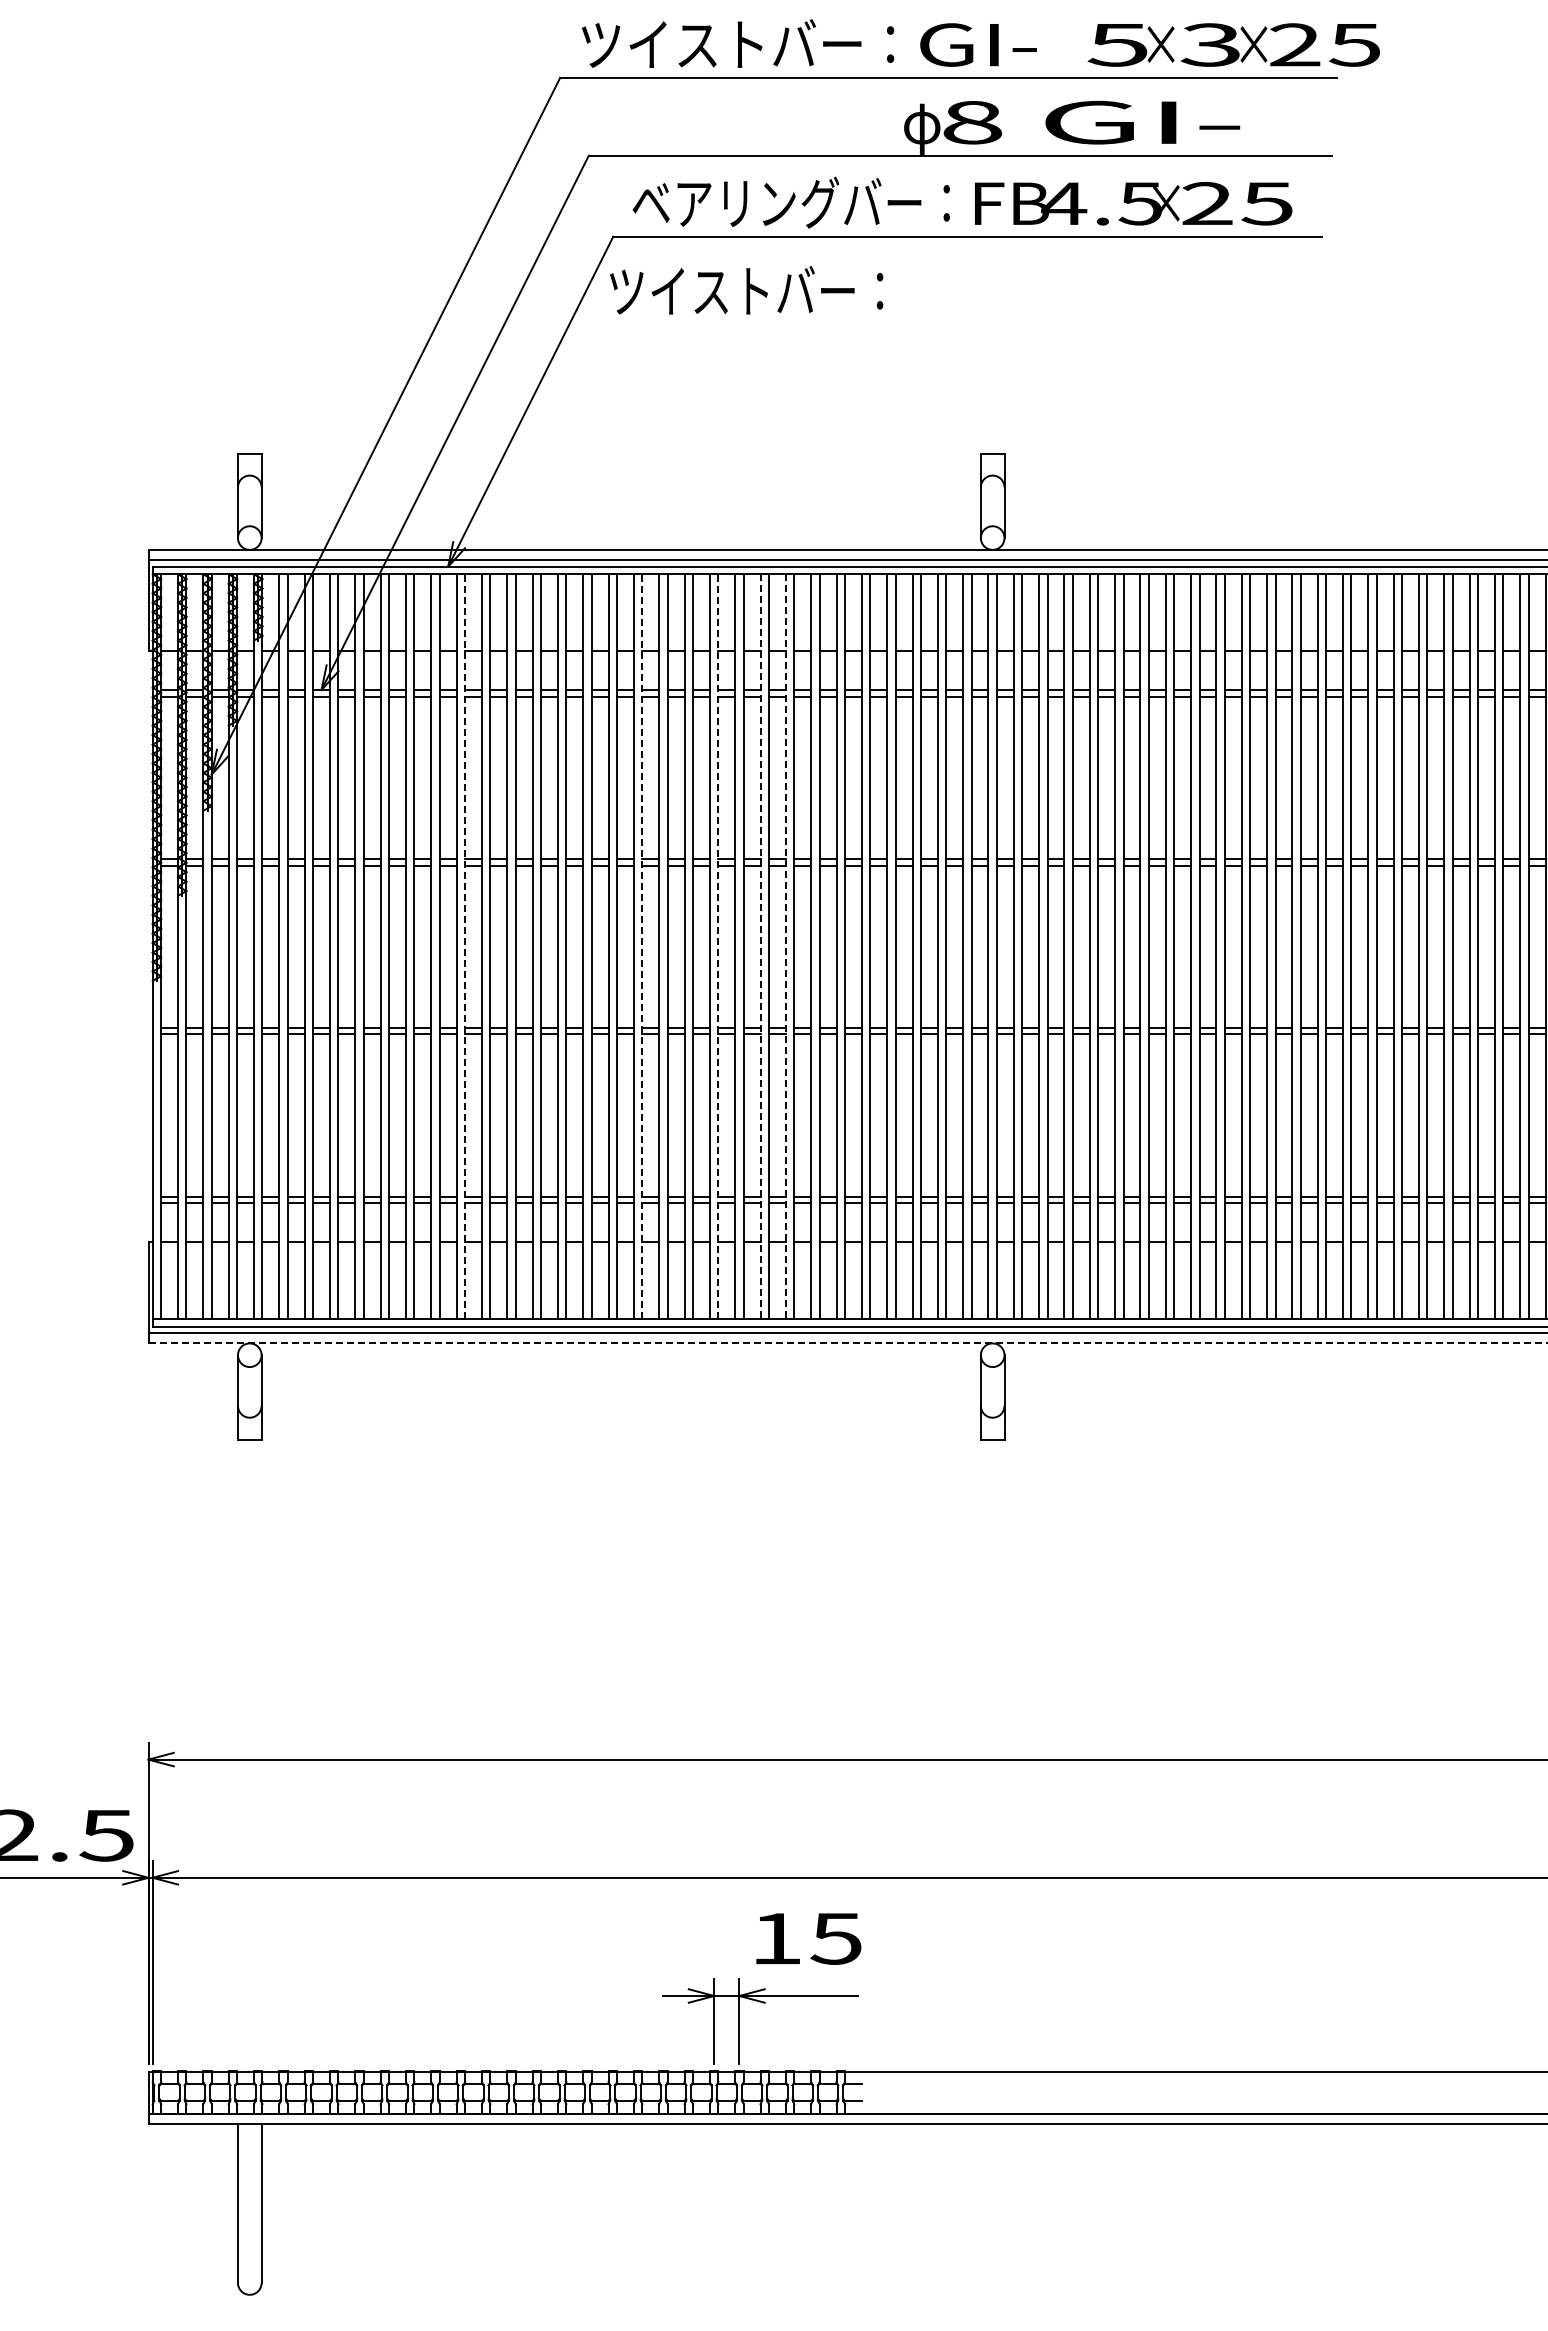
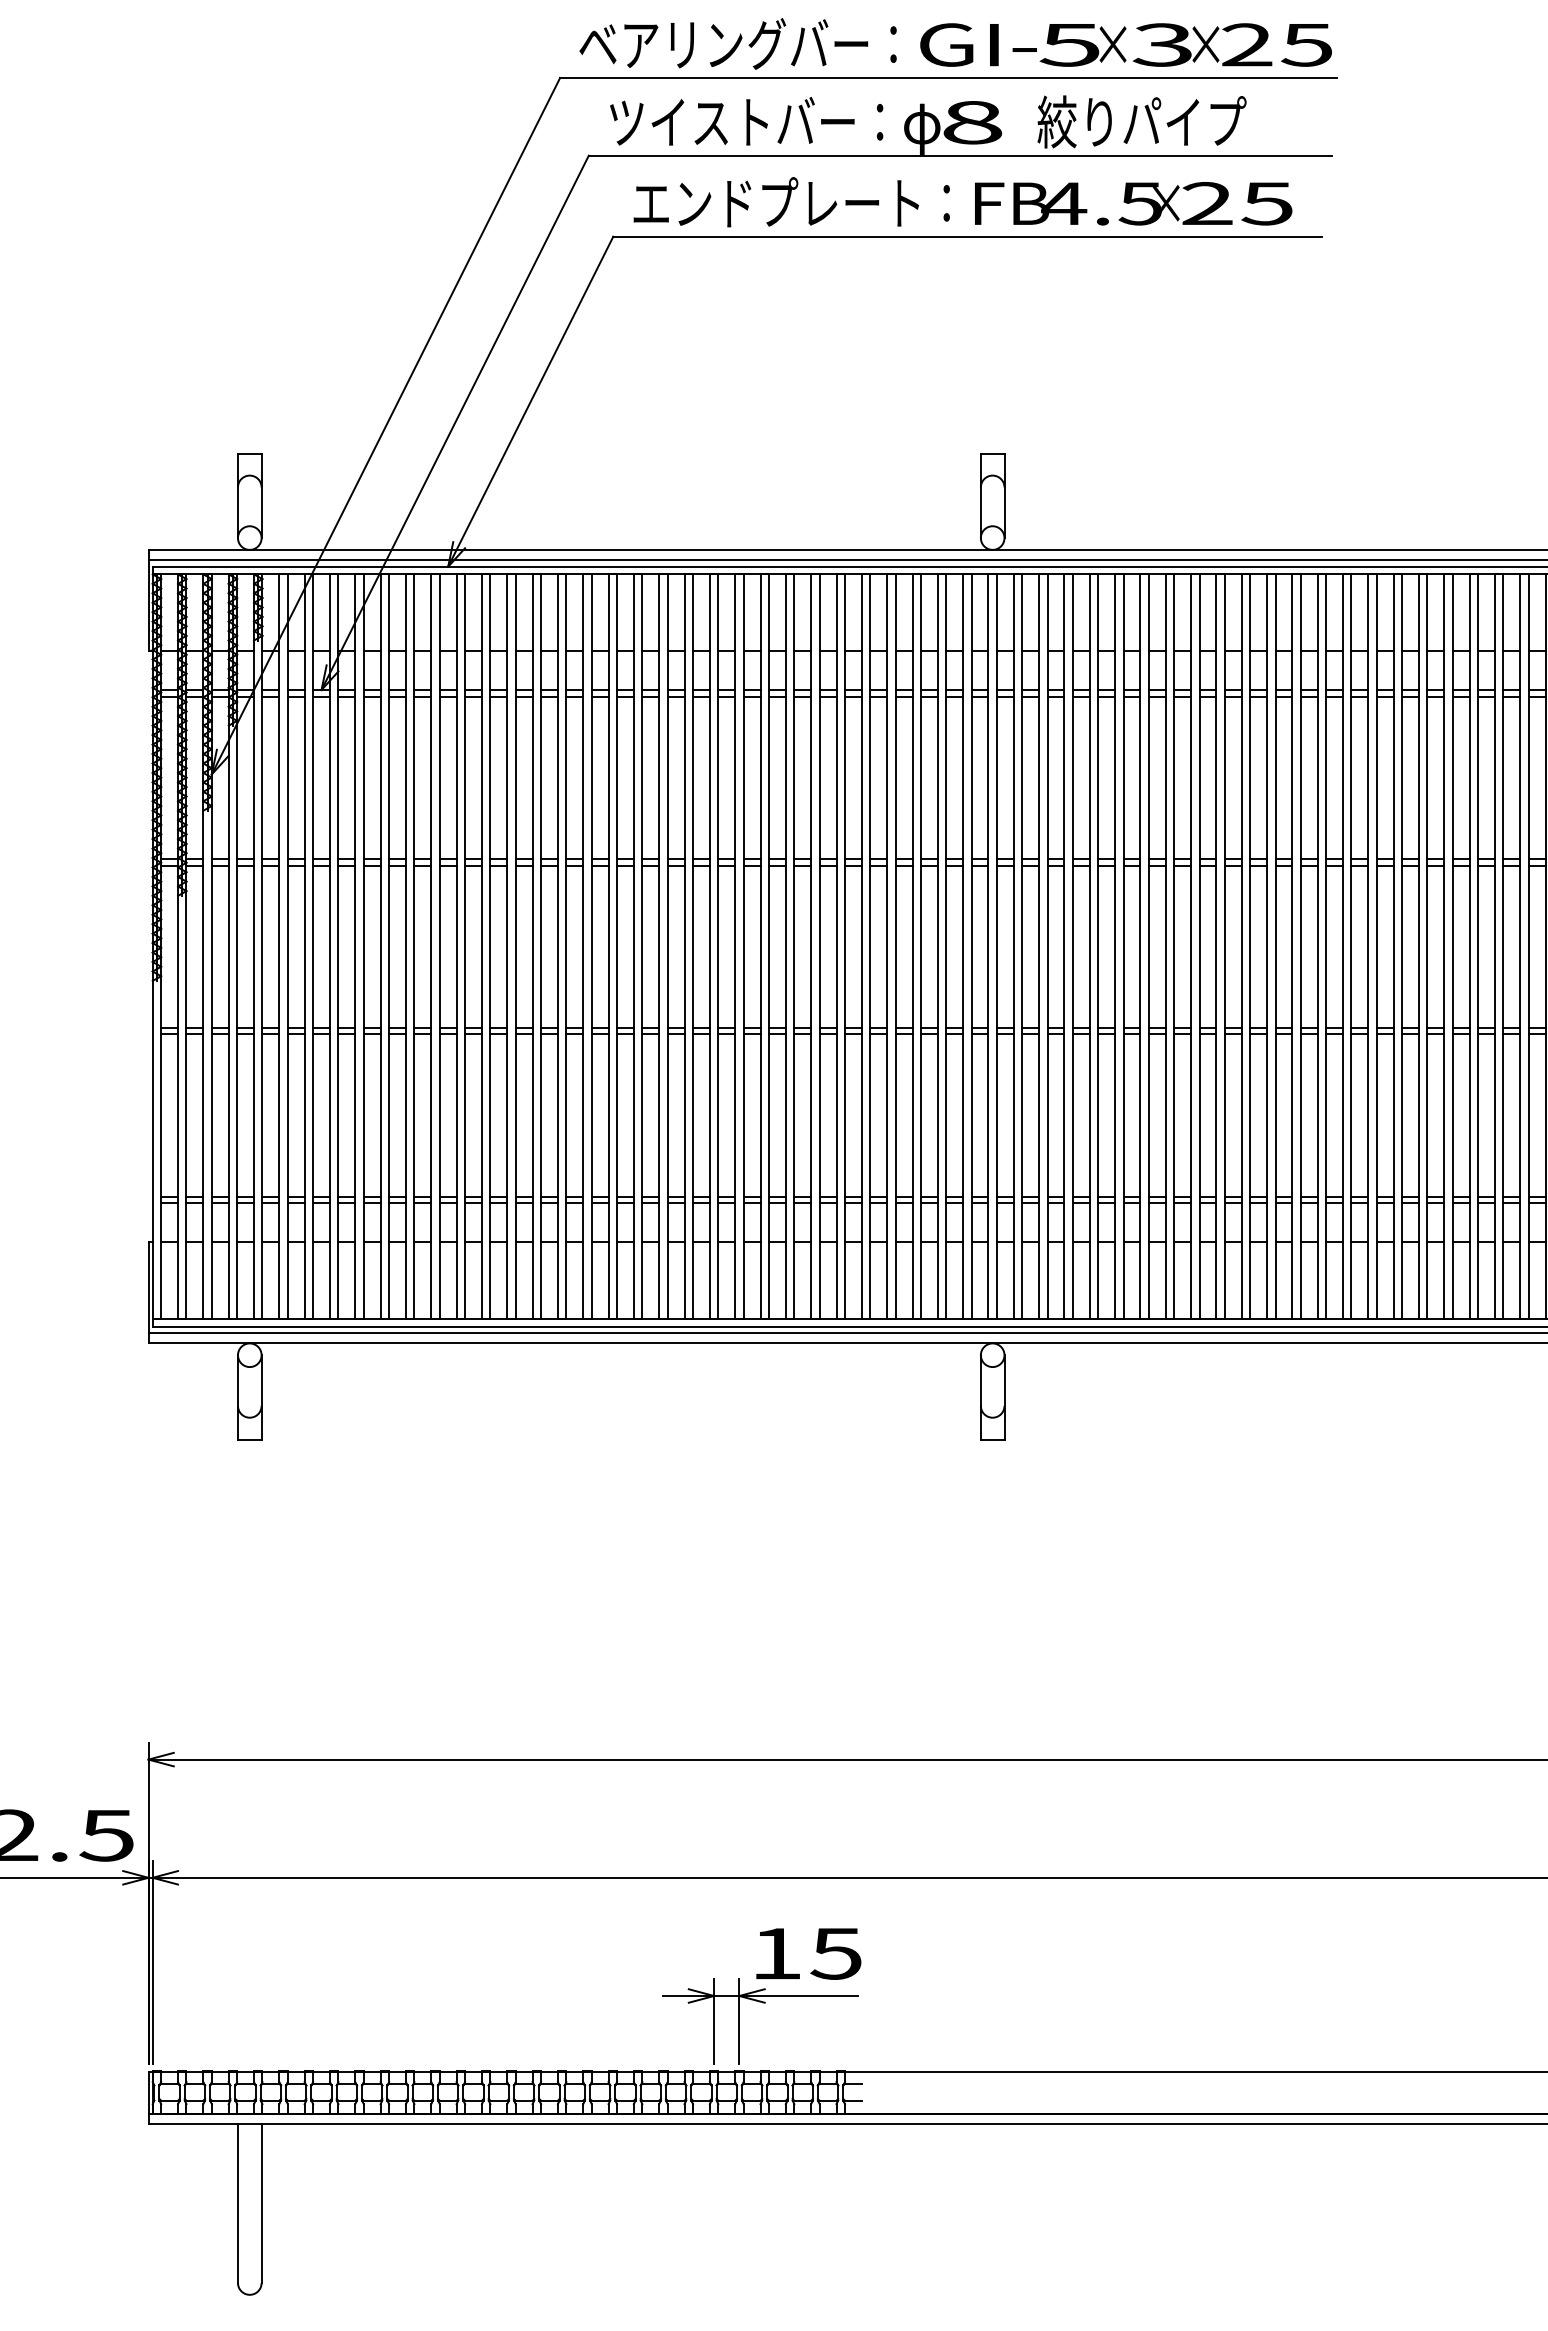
text at (737, 43): ツイストバー： -> ベアリングバー：
text at (1233, 44) position: (1233, 44) -> (1185, 44)
text at (1141, 121): GI- -> 絞りパイプ
text at (776, 202): ベアリングバー： -> エンドプレート：
text at (746, 290) position: (746, 290) -> (746, 121)
line at (465, 946): dashed -> solid
line at (642, 946): dashed -> solid
line at (718, 946): dashed -> solid
line at (760, 947): dashed -> solid
line at (785, 947): dashed -> solid
line at (848, 1343): dashed -> solid
text at (808, 1938) position: (808, 1938) -> (808, 1953)
